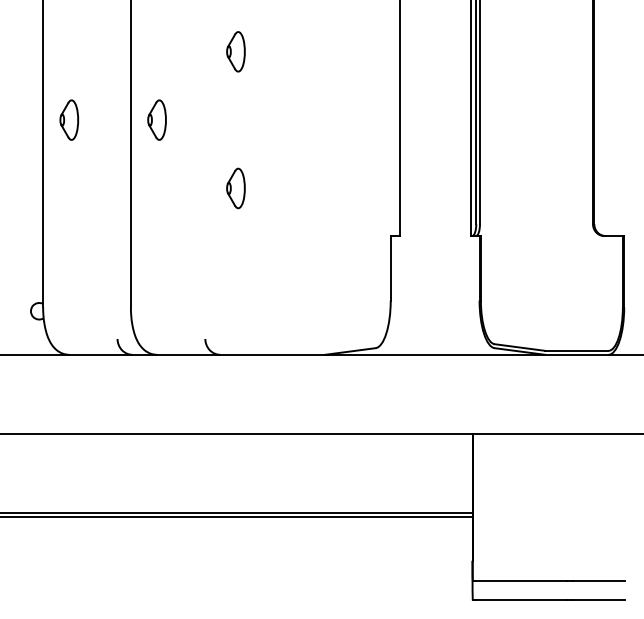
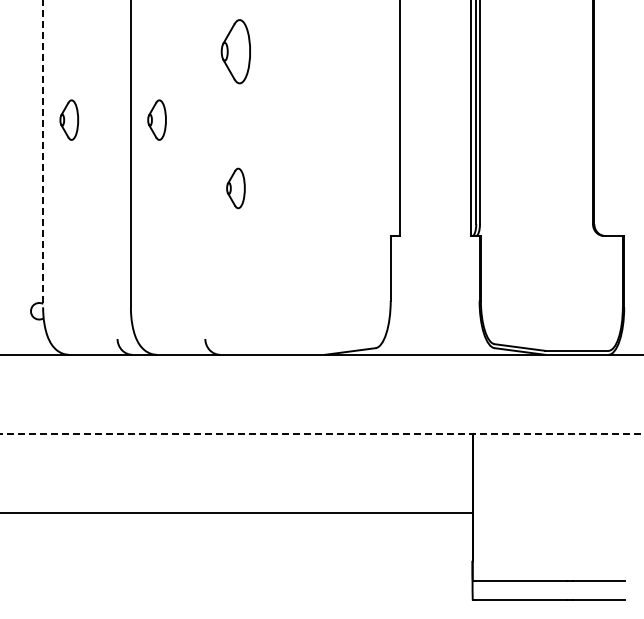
part at (235, 51) size: 20x42 px -> 31x66 px
line at (43, 154): solid -> dashed
line at (322, 434): solid -> dashed
line at (237, 517): present -> none
